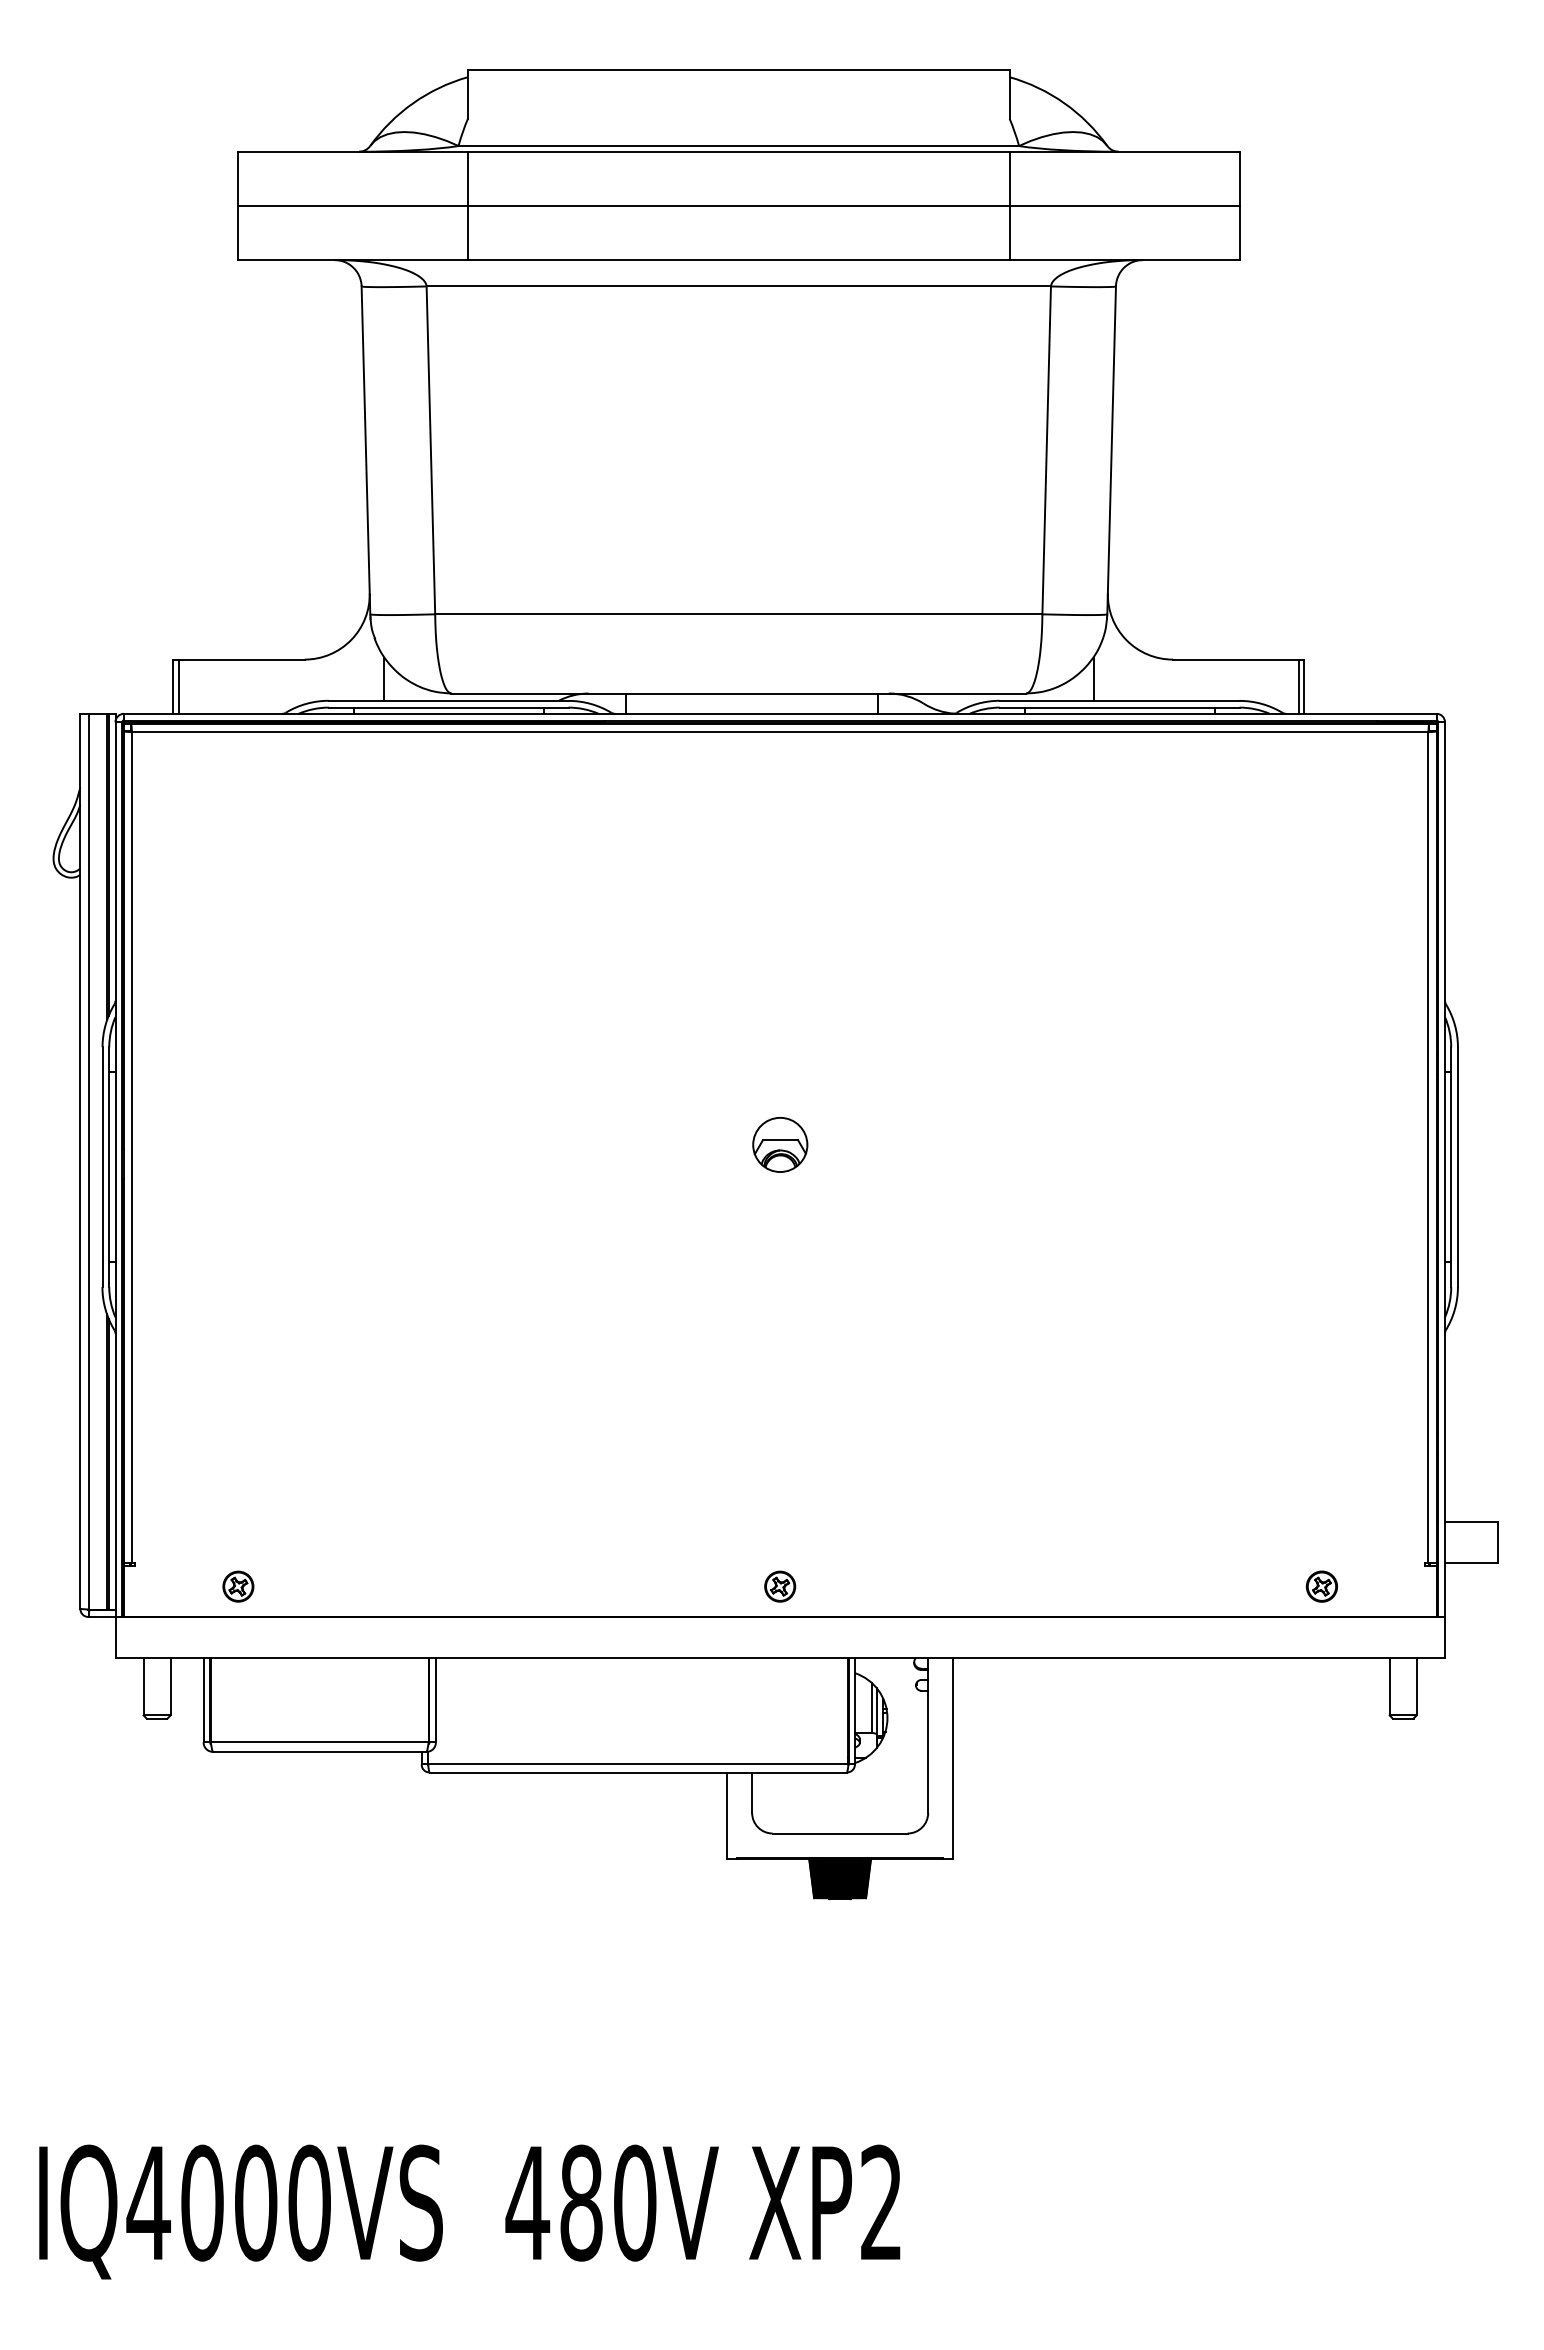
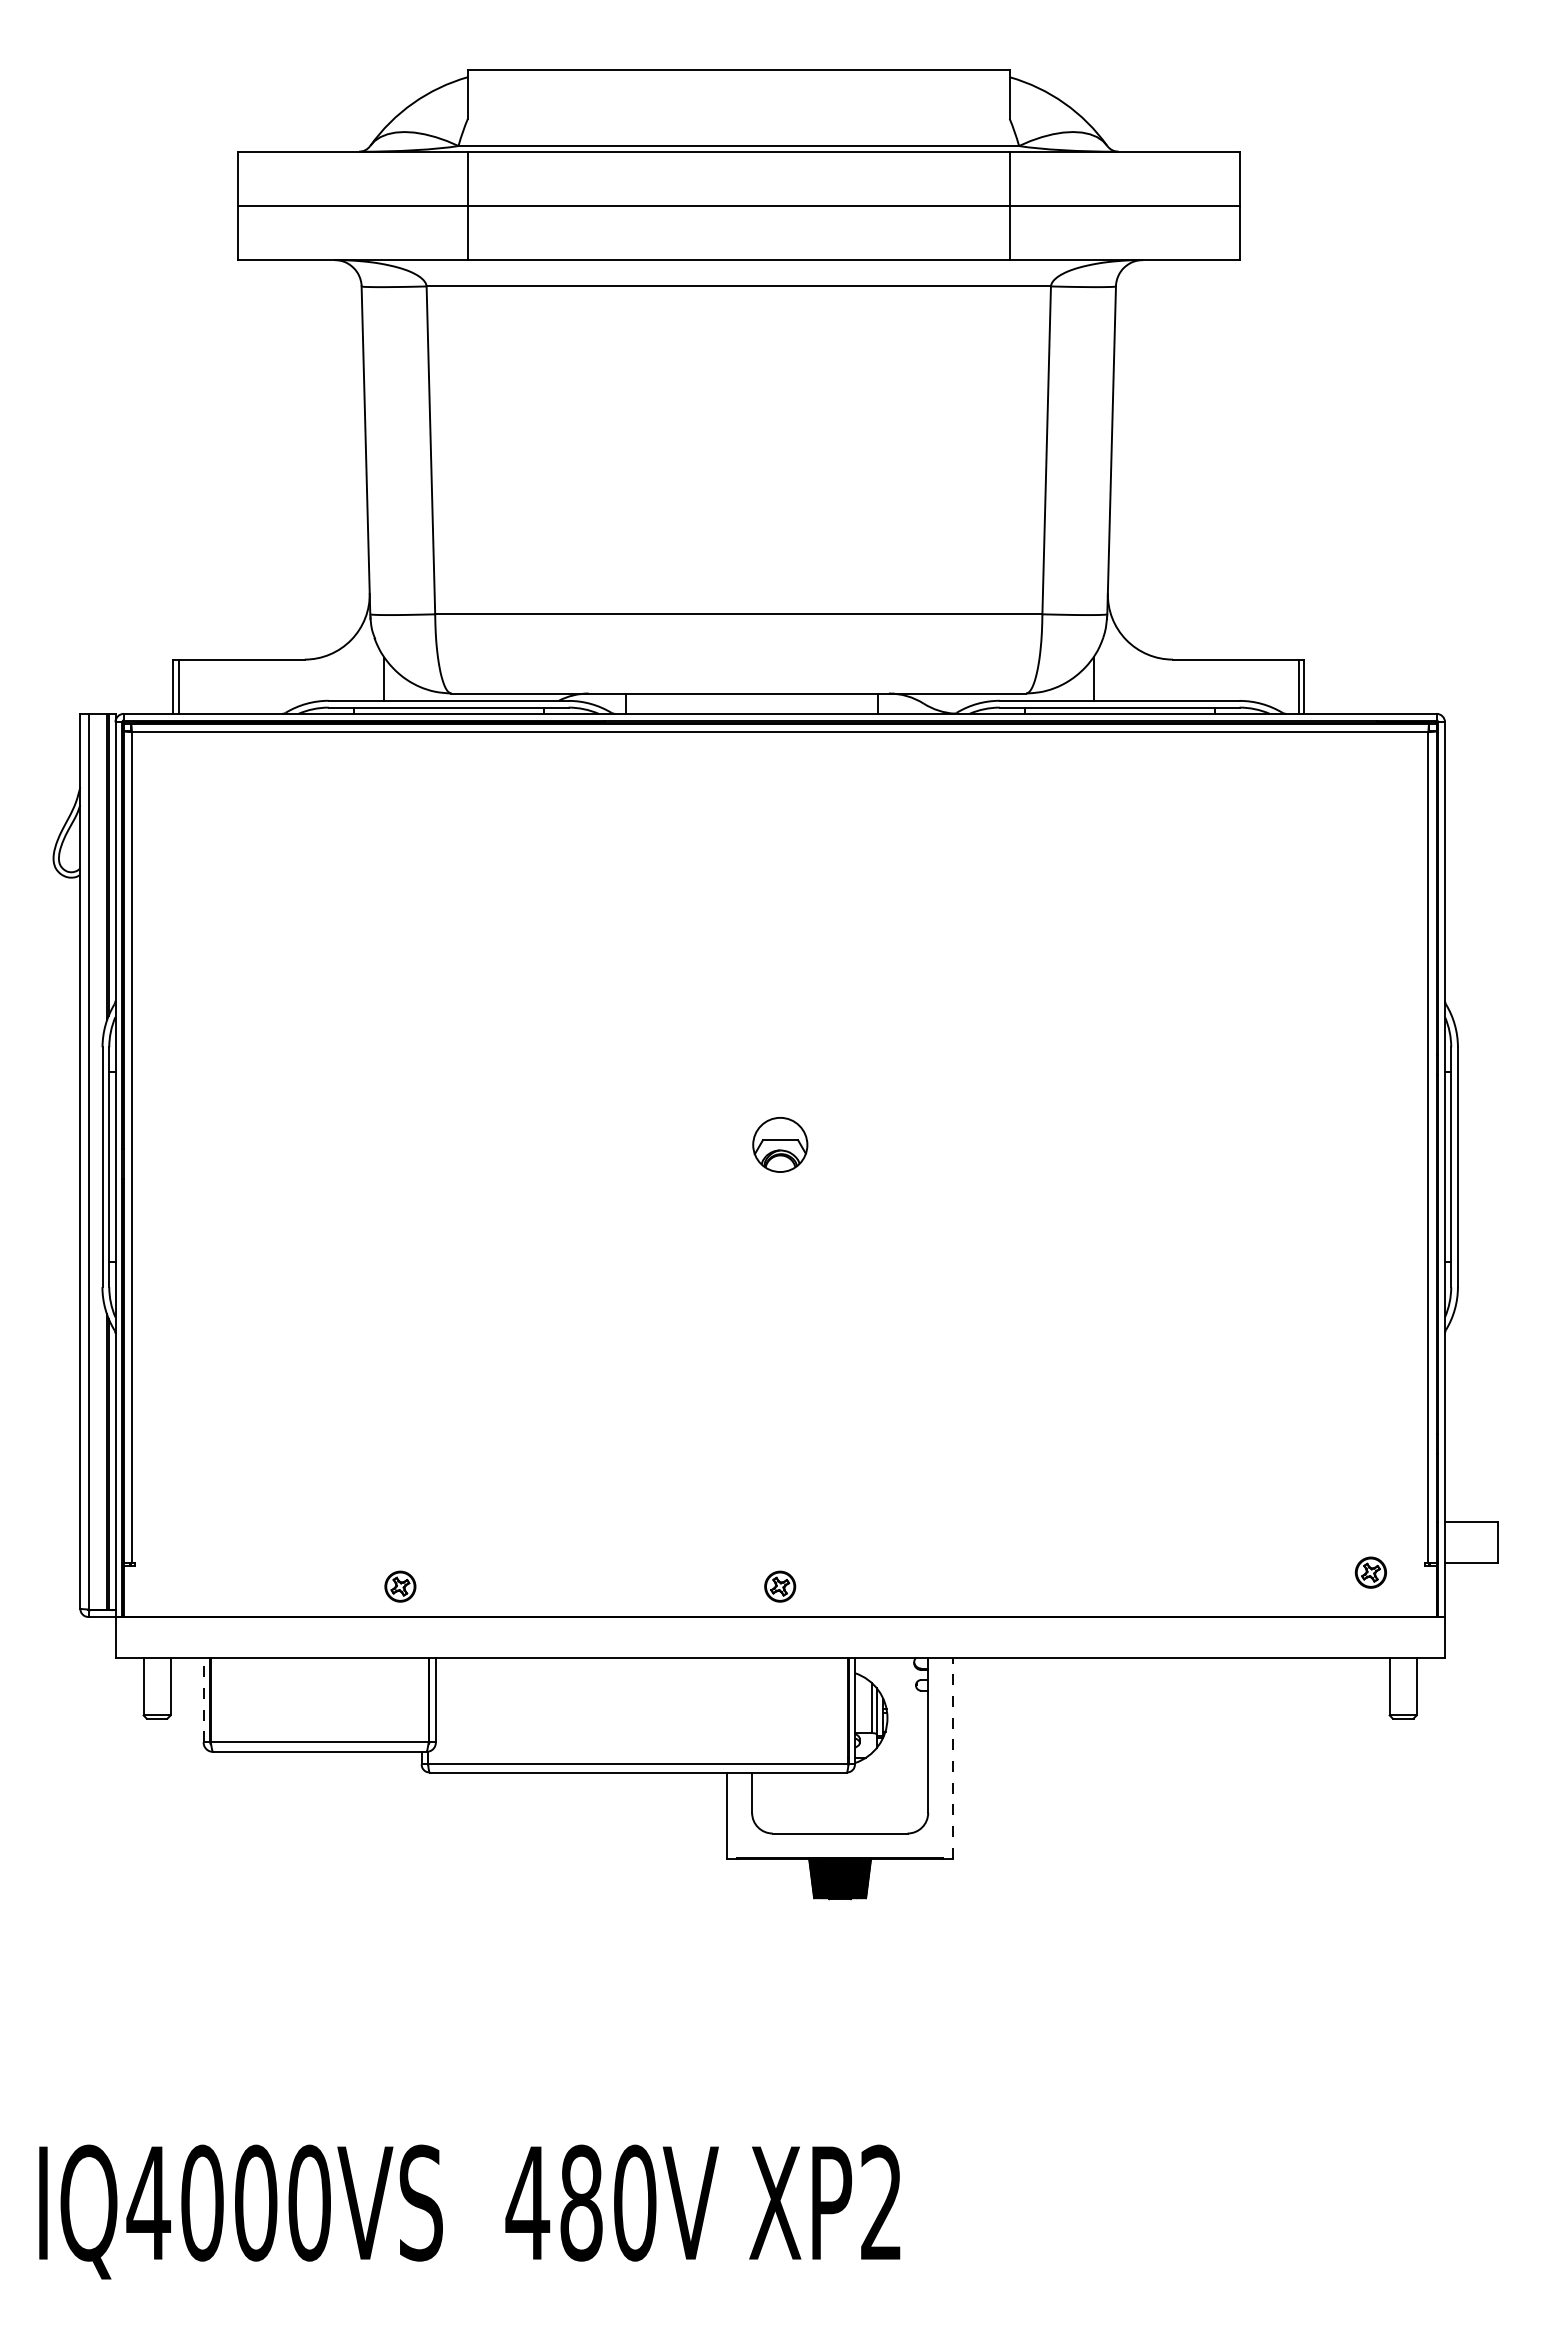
part at (238, 1586) position: (238, 1586) -> (400, 1586)
part at (1321, 1586) position: (1321, 1586) -> (1370, 1572)
line at (203, 1699): solid -> dashed
line at (953, 1757): solid -> dashed
